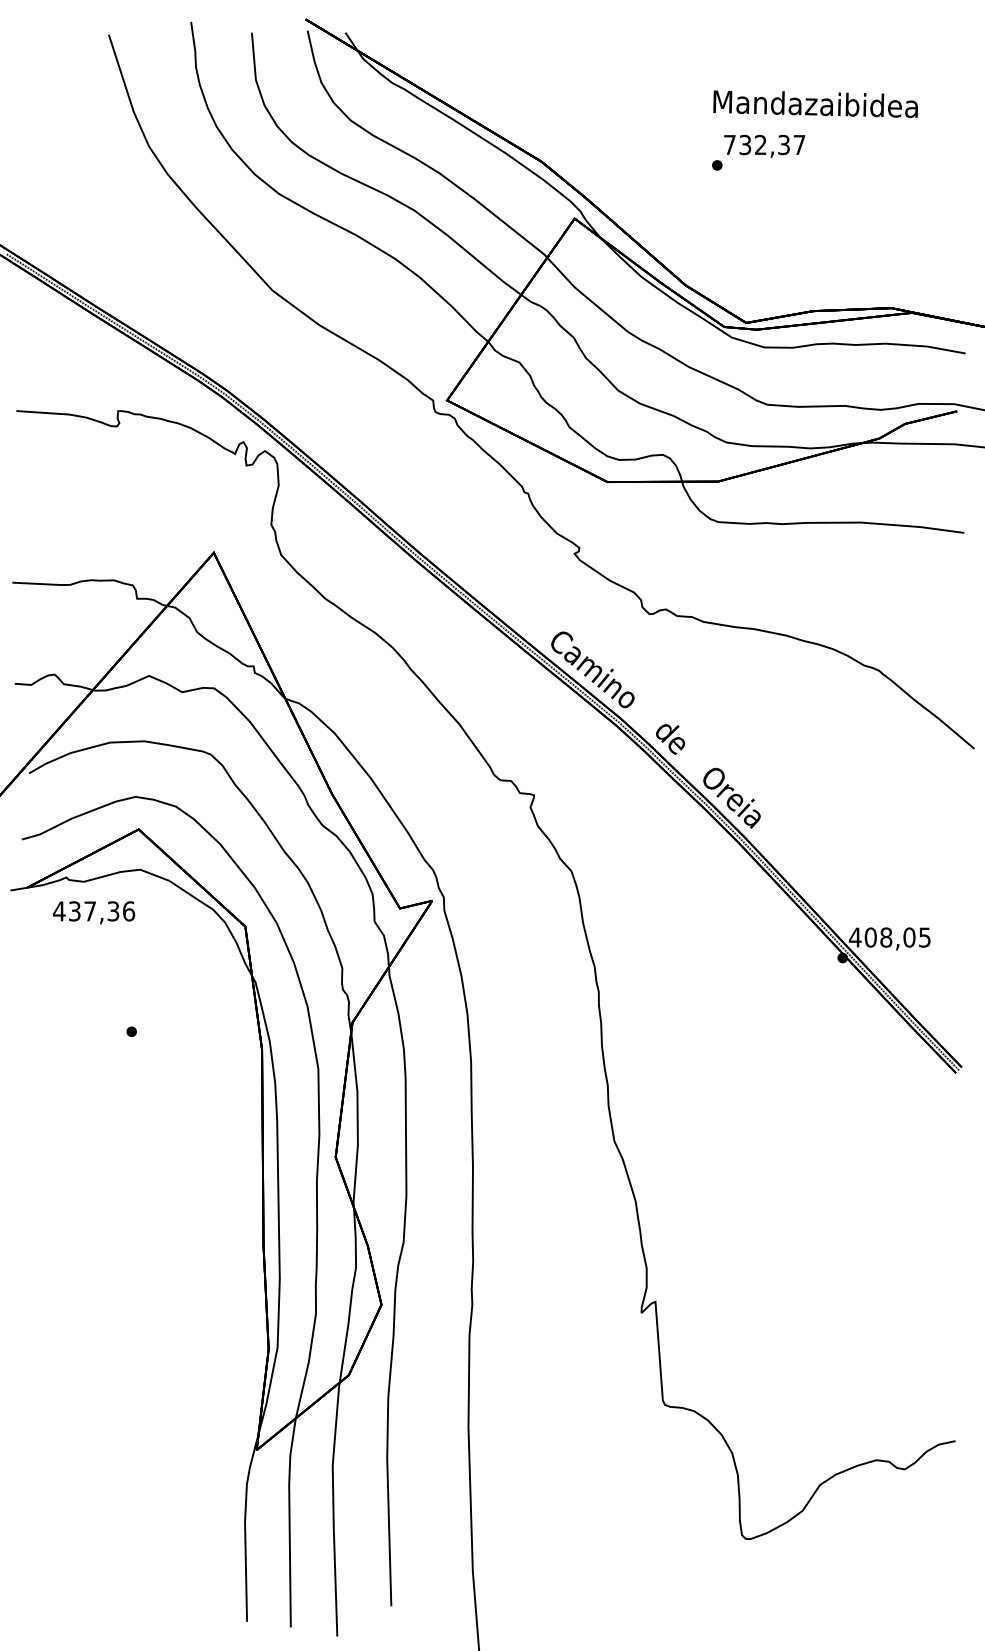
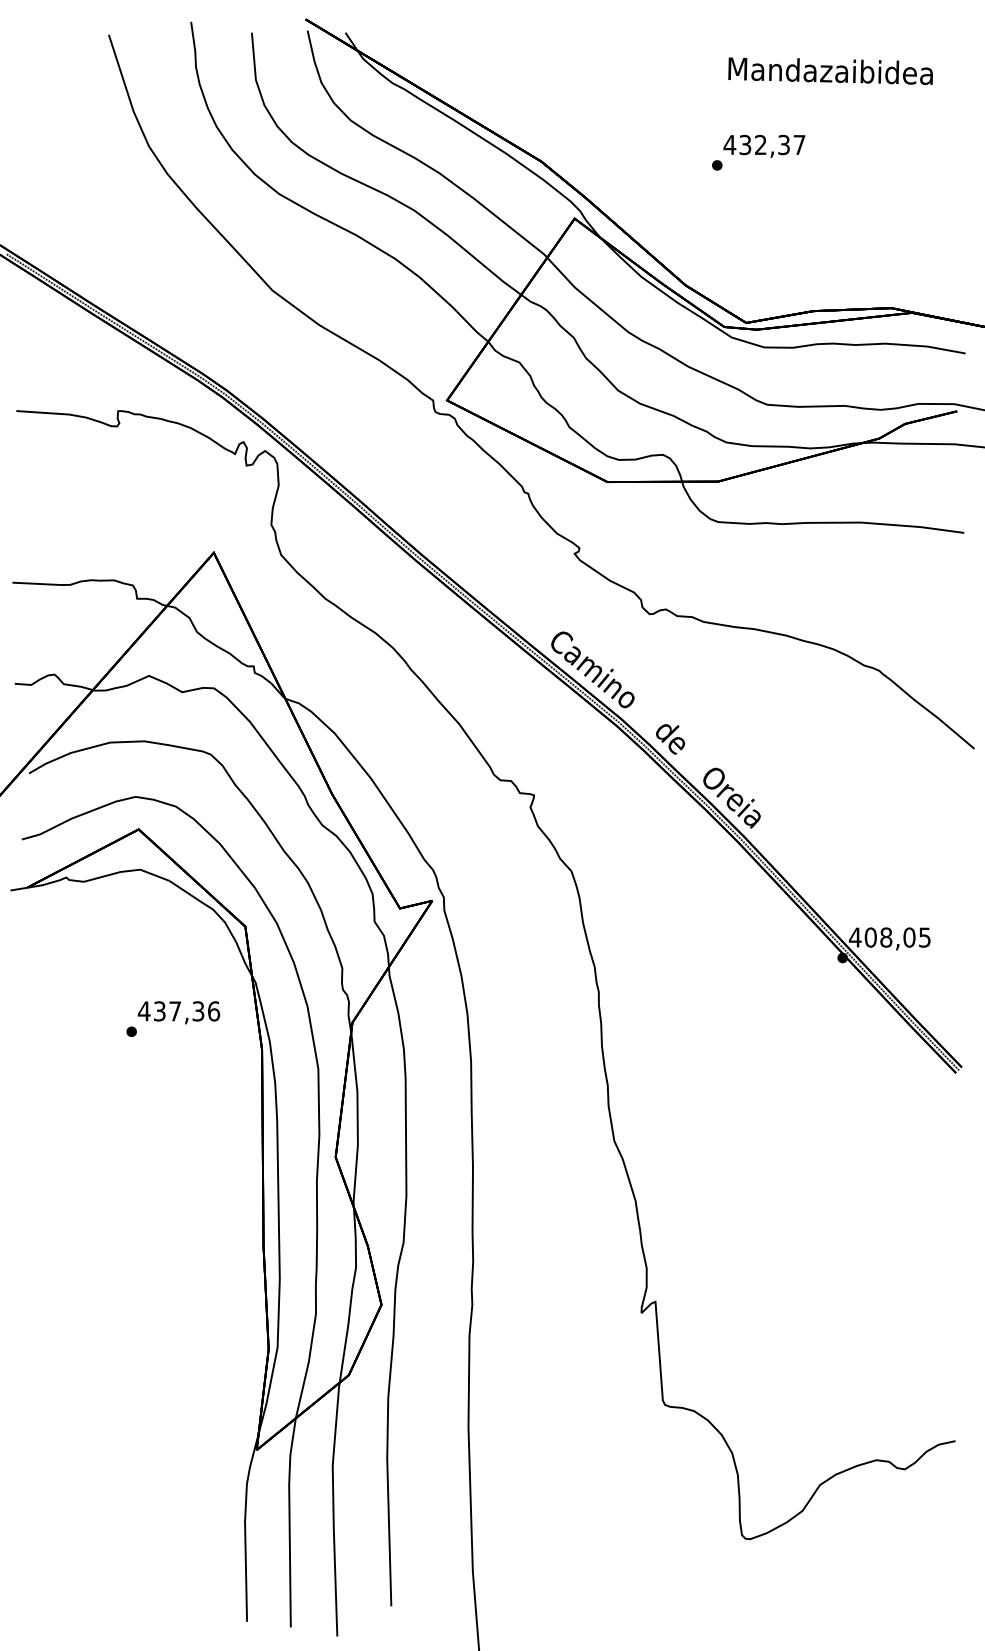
text at (815, 103) position: (815, 103) -> (830, 70)
text at (729, 144): 732,37 -> 432,37
text at (93, 912) position: (93, 912) -> (178, 1012)
